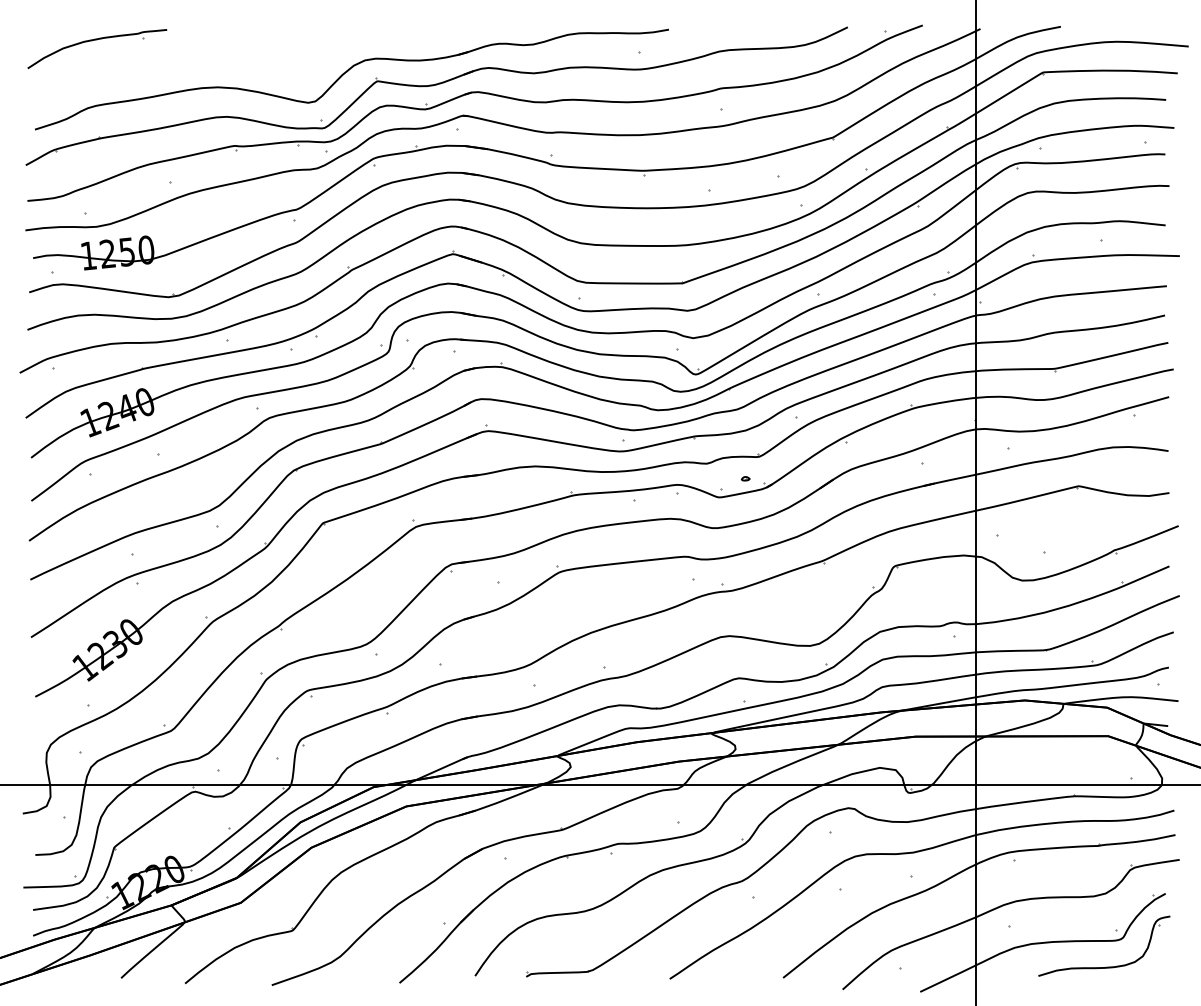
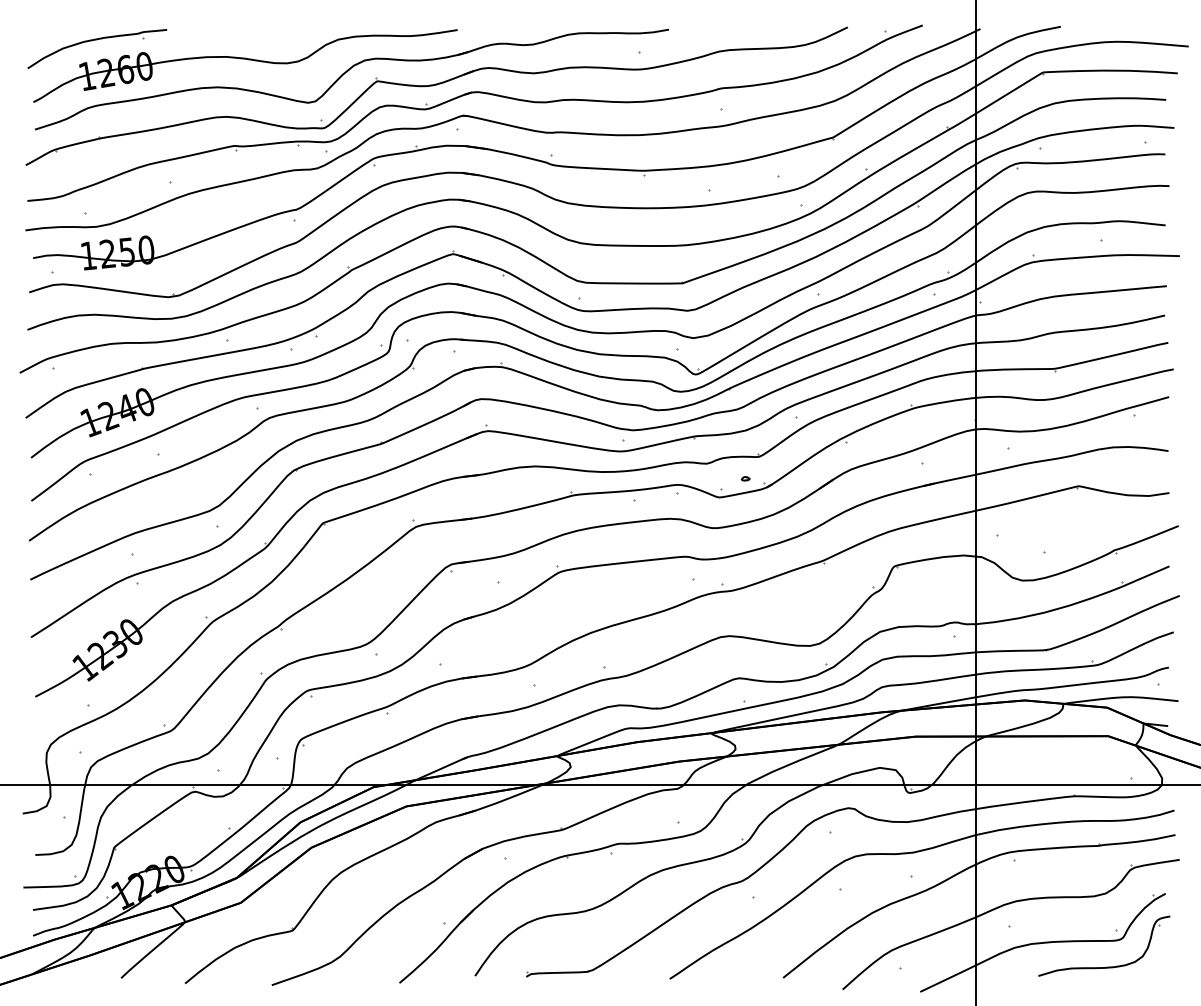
part at (245, 65): none -> present
